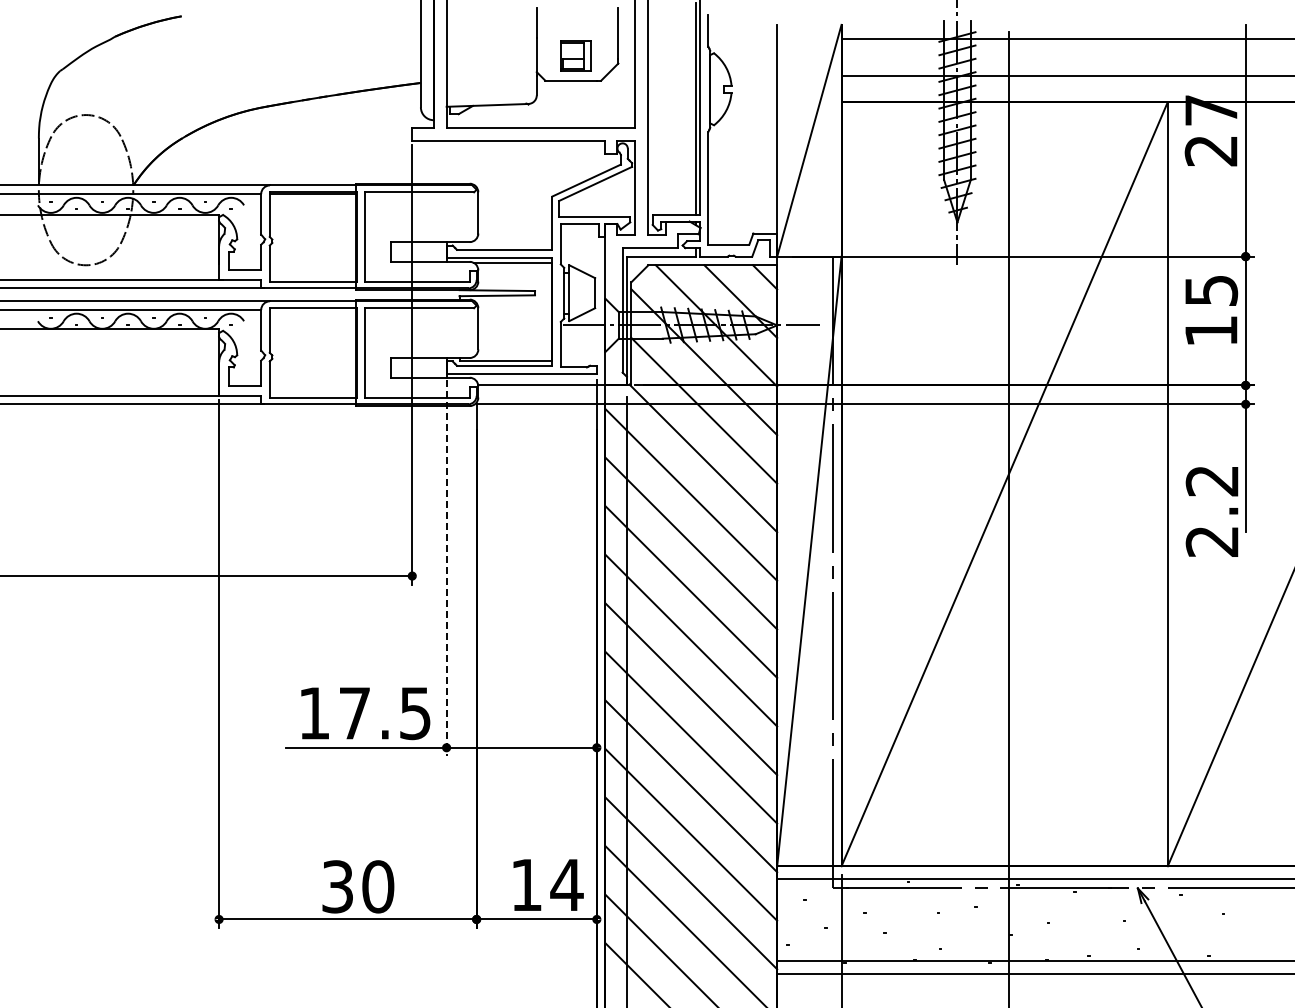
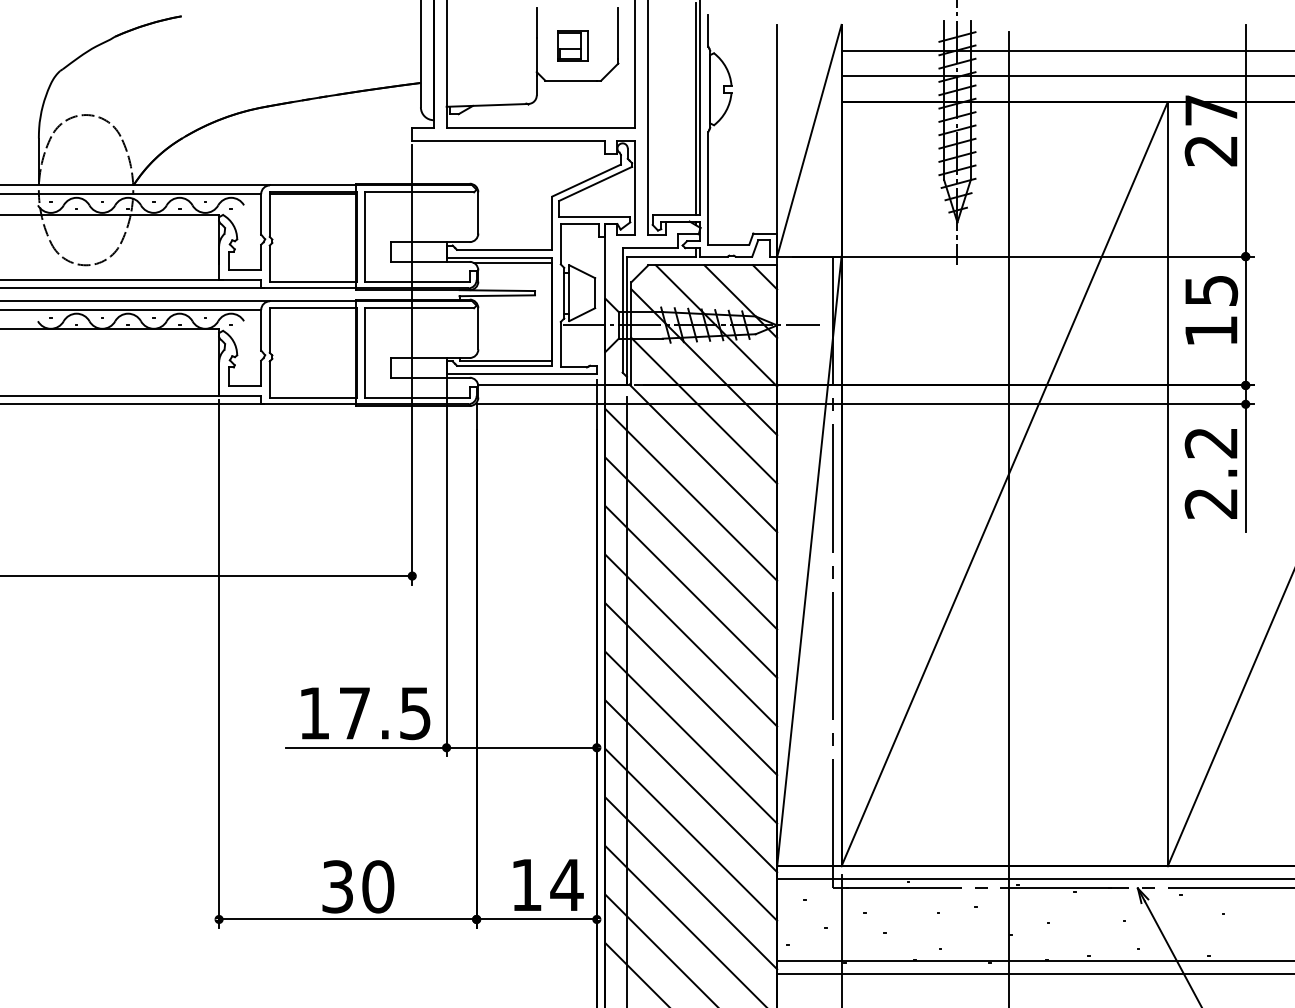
line at (1066, 38) position: (1066, 38) -> (1066, 50)
part at (575, 55) position: (575, 55) -> (572, 45)
text at (1211, 511) position: (1211, 511) -> (1210, 473)
line at (446, 568): dashed -> solid
